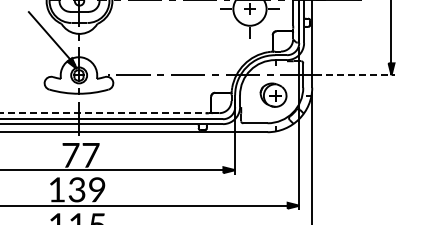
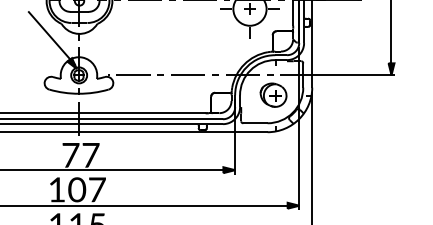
line at (355, 75): dashed -> solid
line at (103, 113): dashed -> solid
text at (86, 189): 139 -> 107
